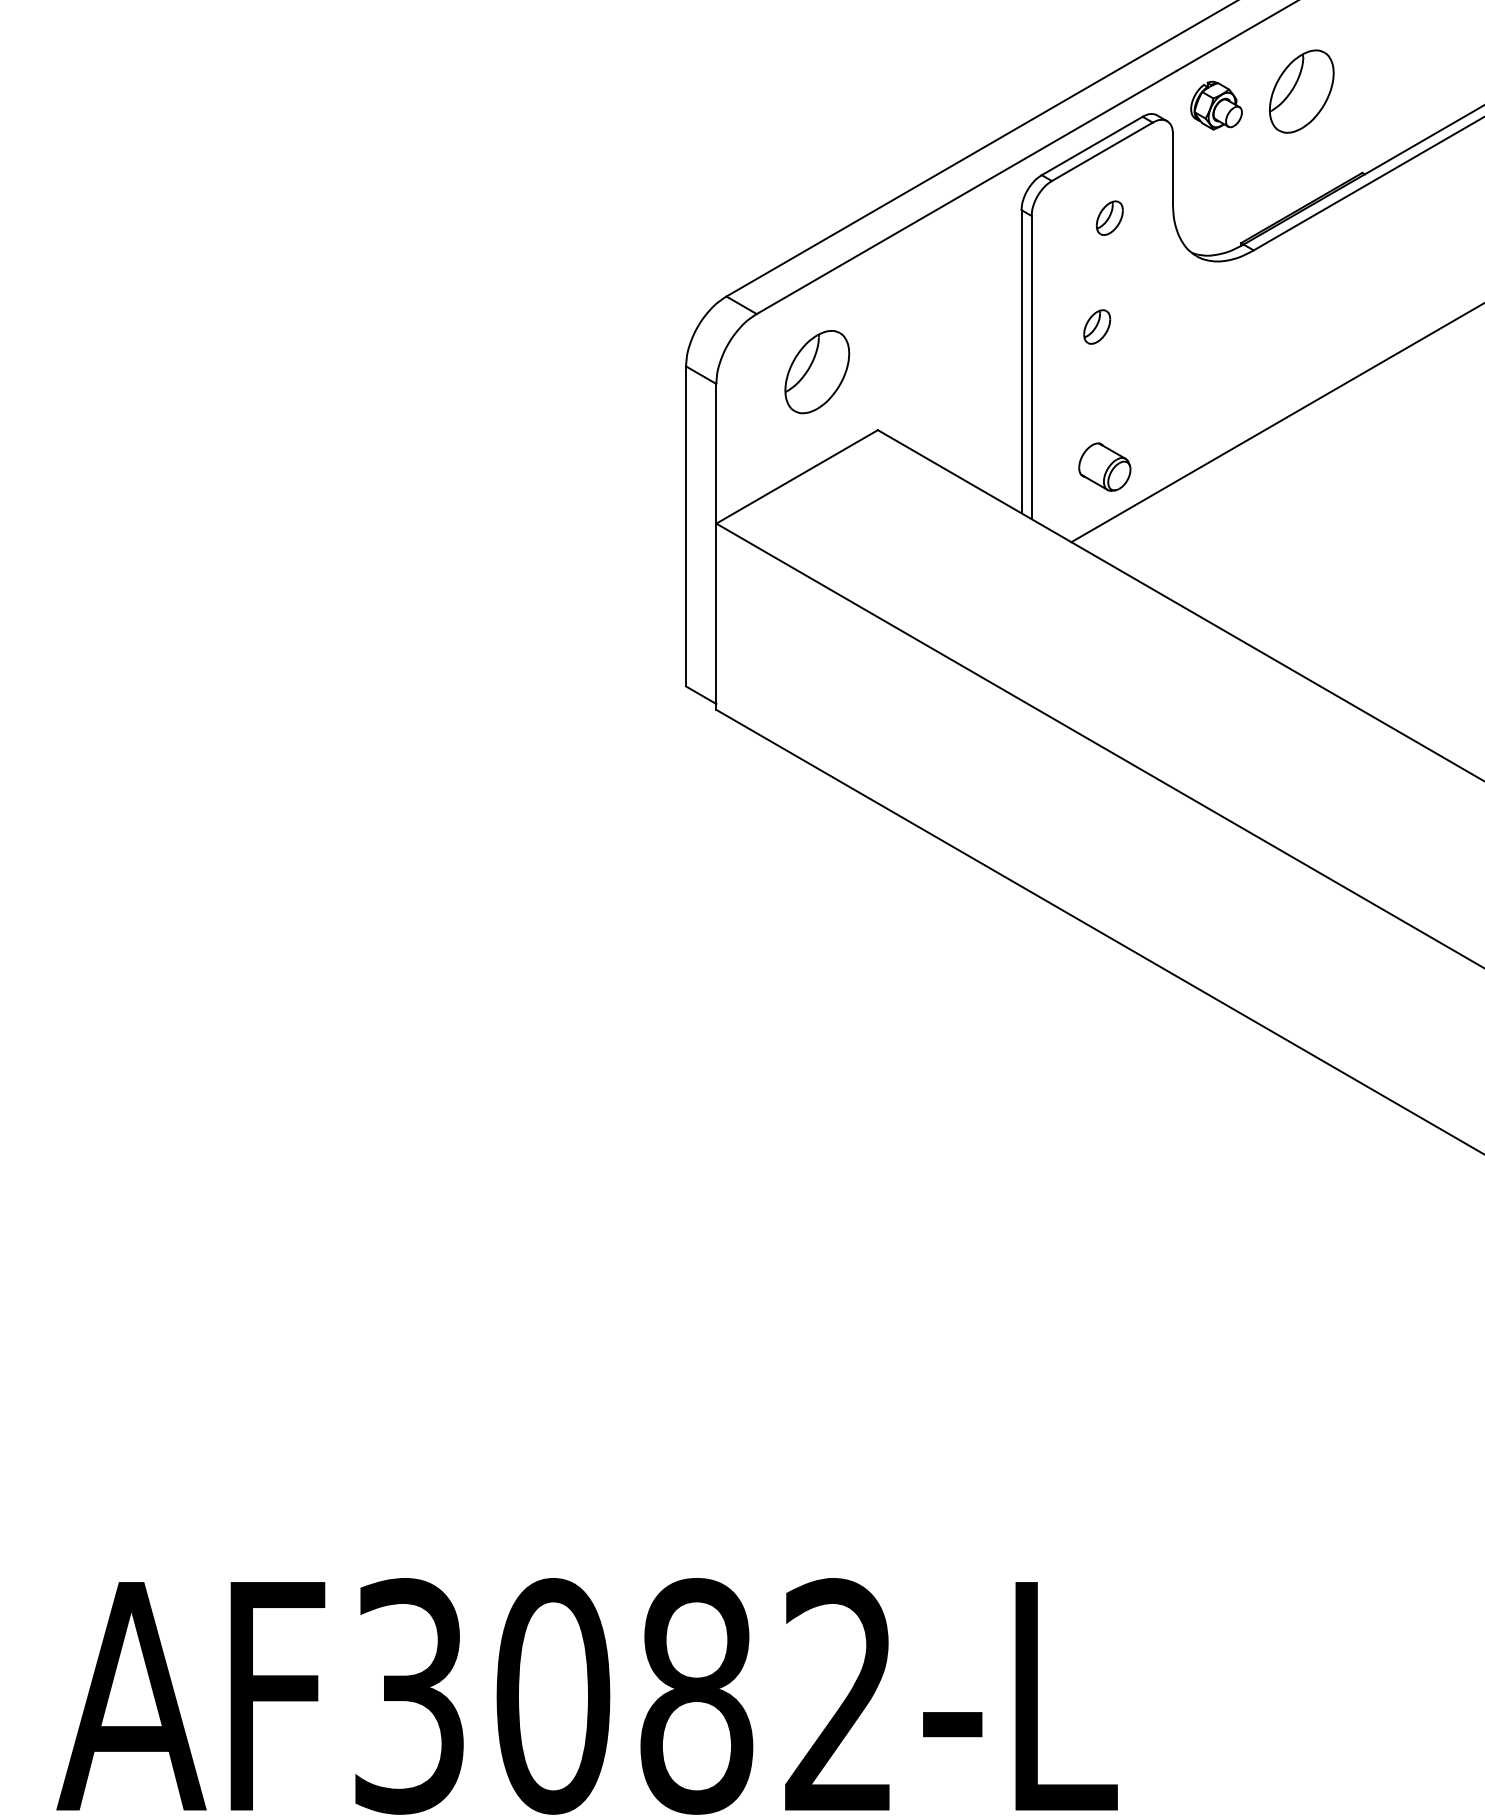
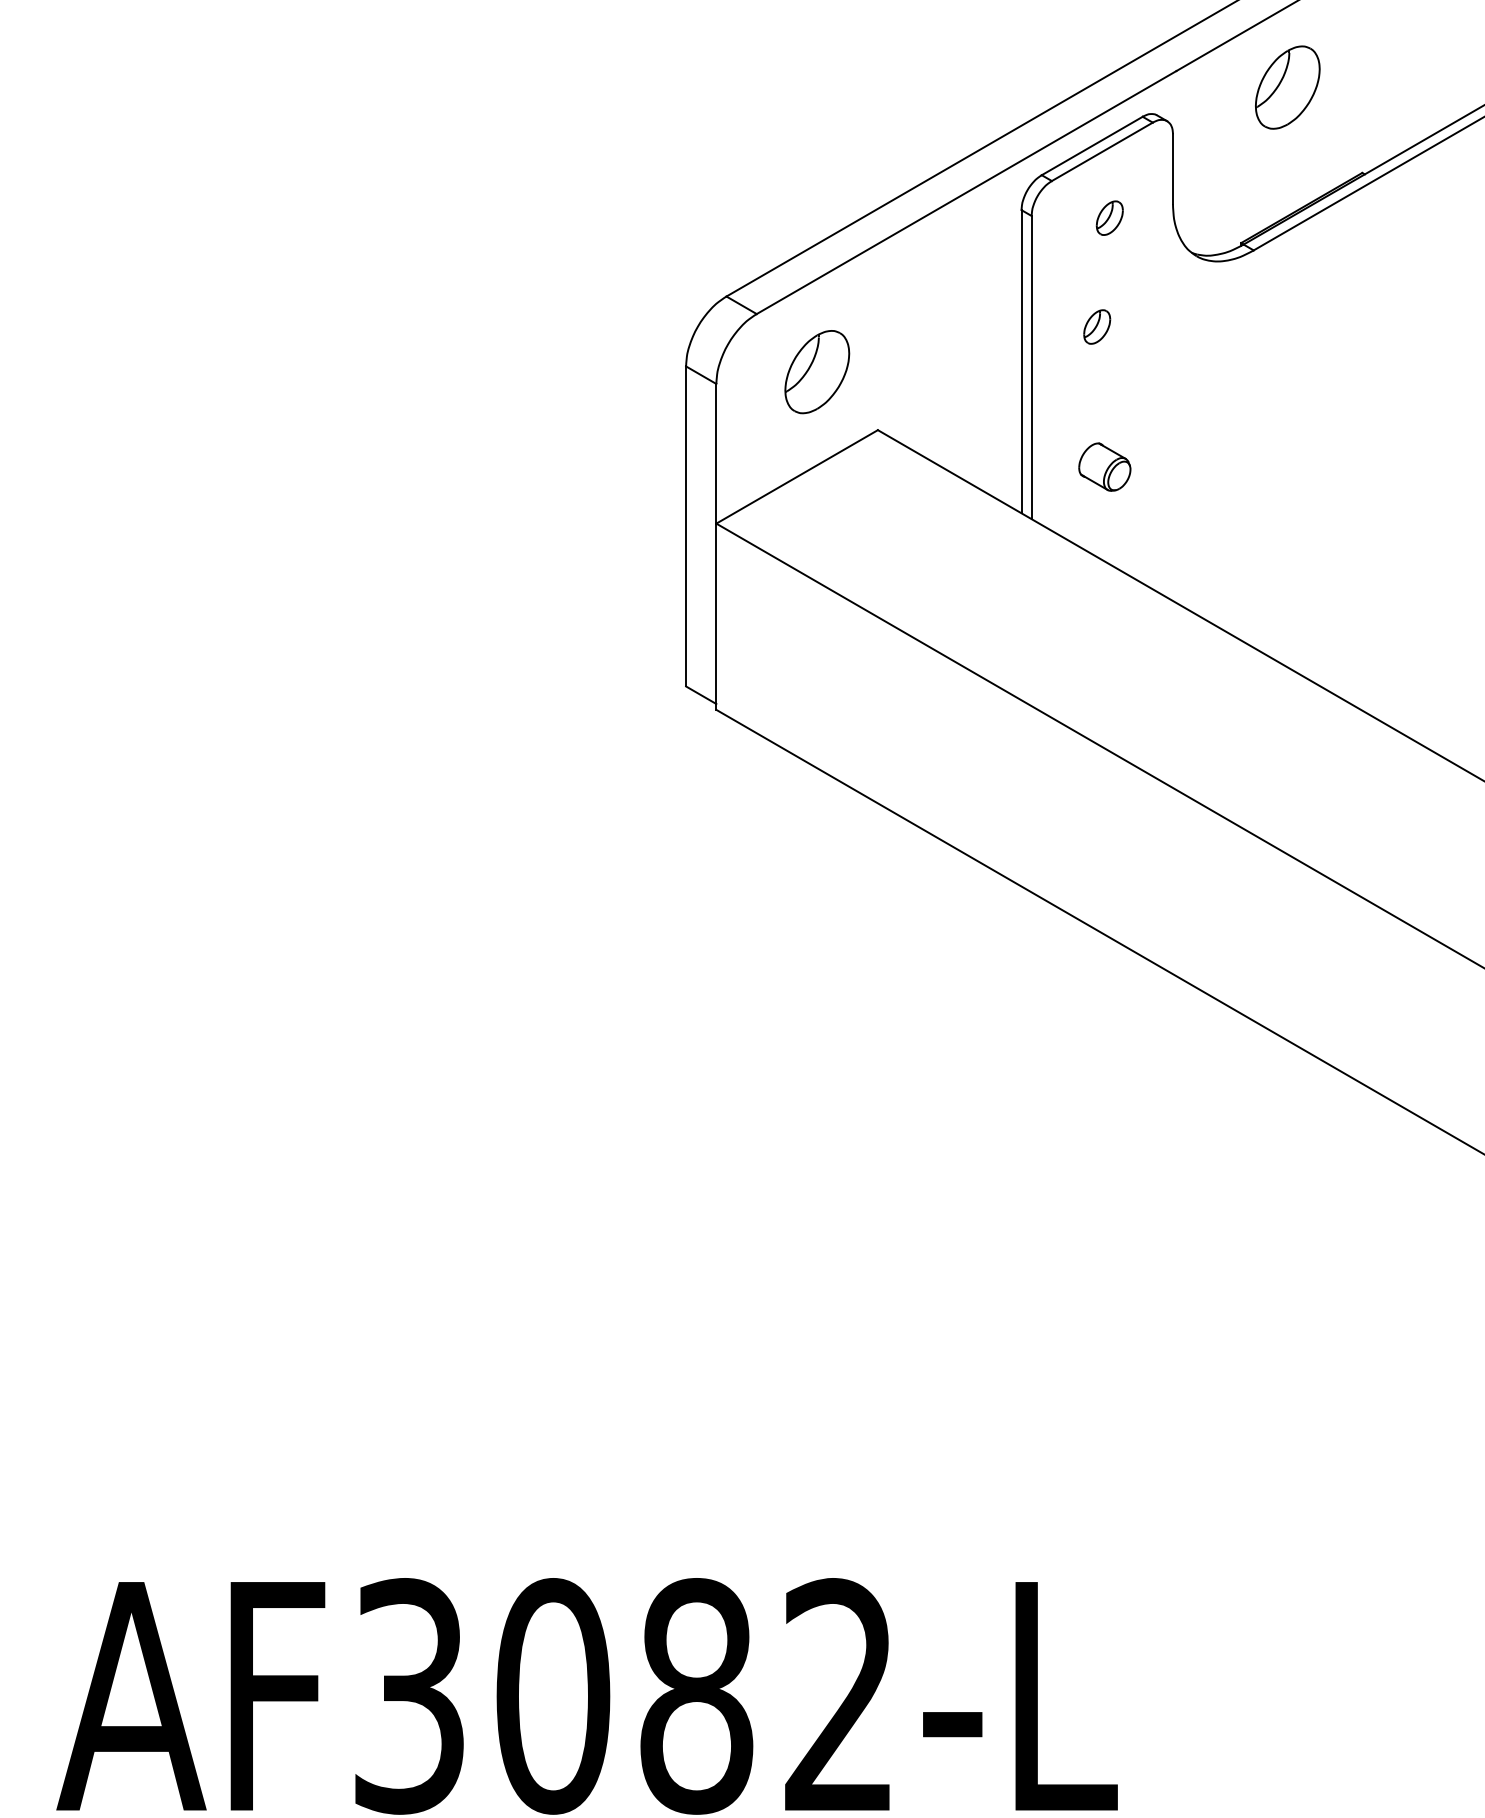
part at (1301, 91) position: (1301, 91) -> (1287, 87)
part at (1216, 105): present -> none
line at (1276, 423): present -> none
